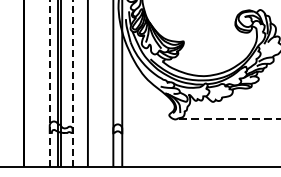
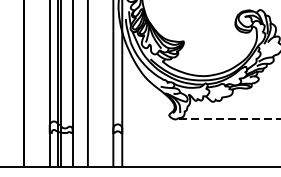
line at (49, 83): dashed -> solid
line at (72, 83): dashed -> solid
